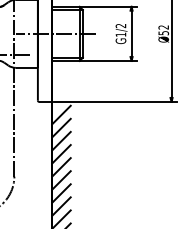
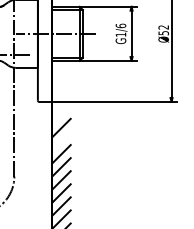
text at (120, 25): G1/2 -> G1/6
line at (61, 114): present -> none
line at (61, 140): present -> none
